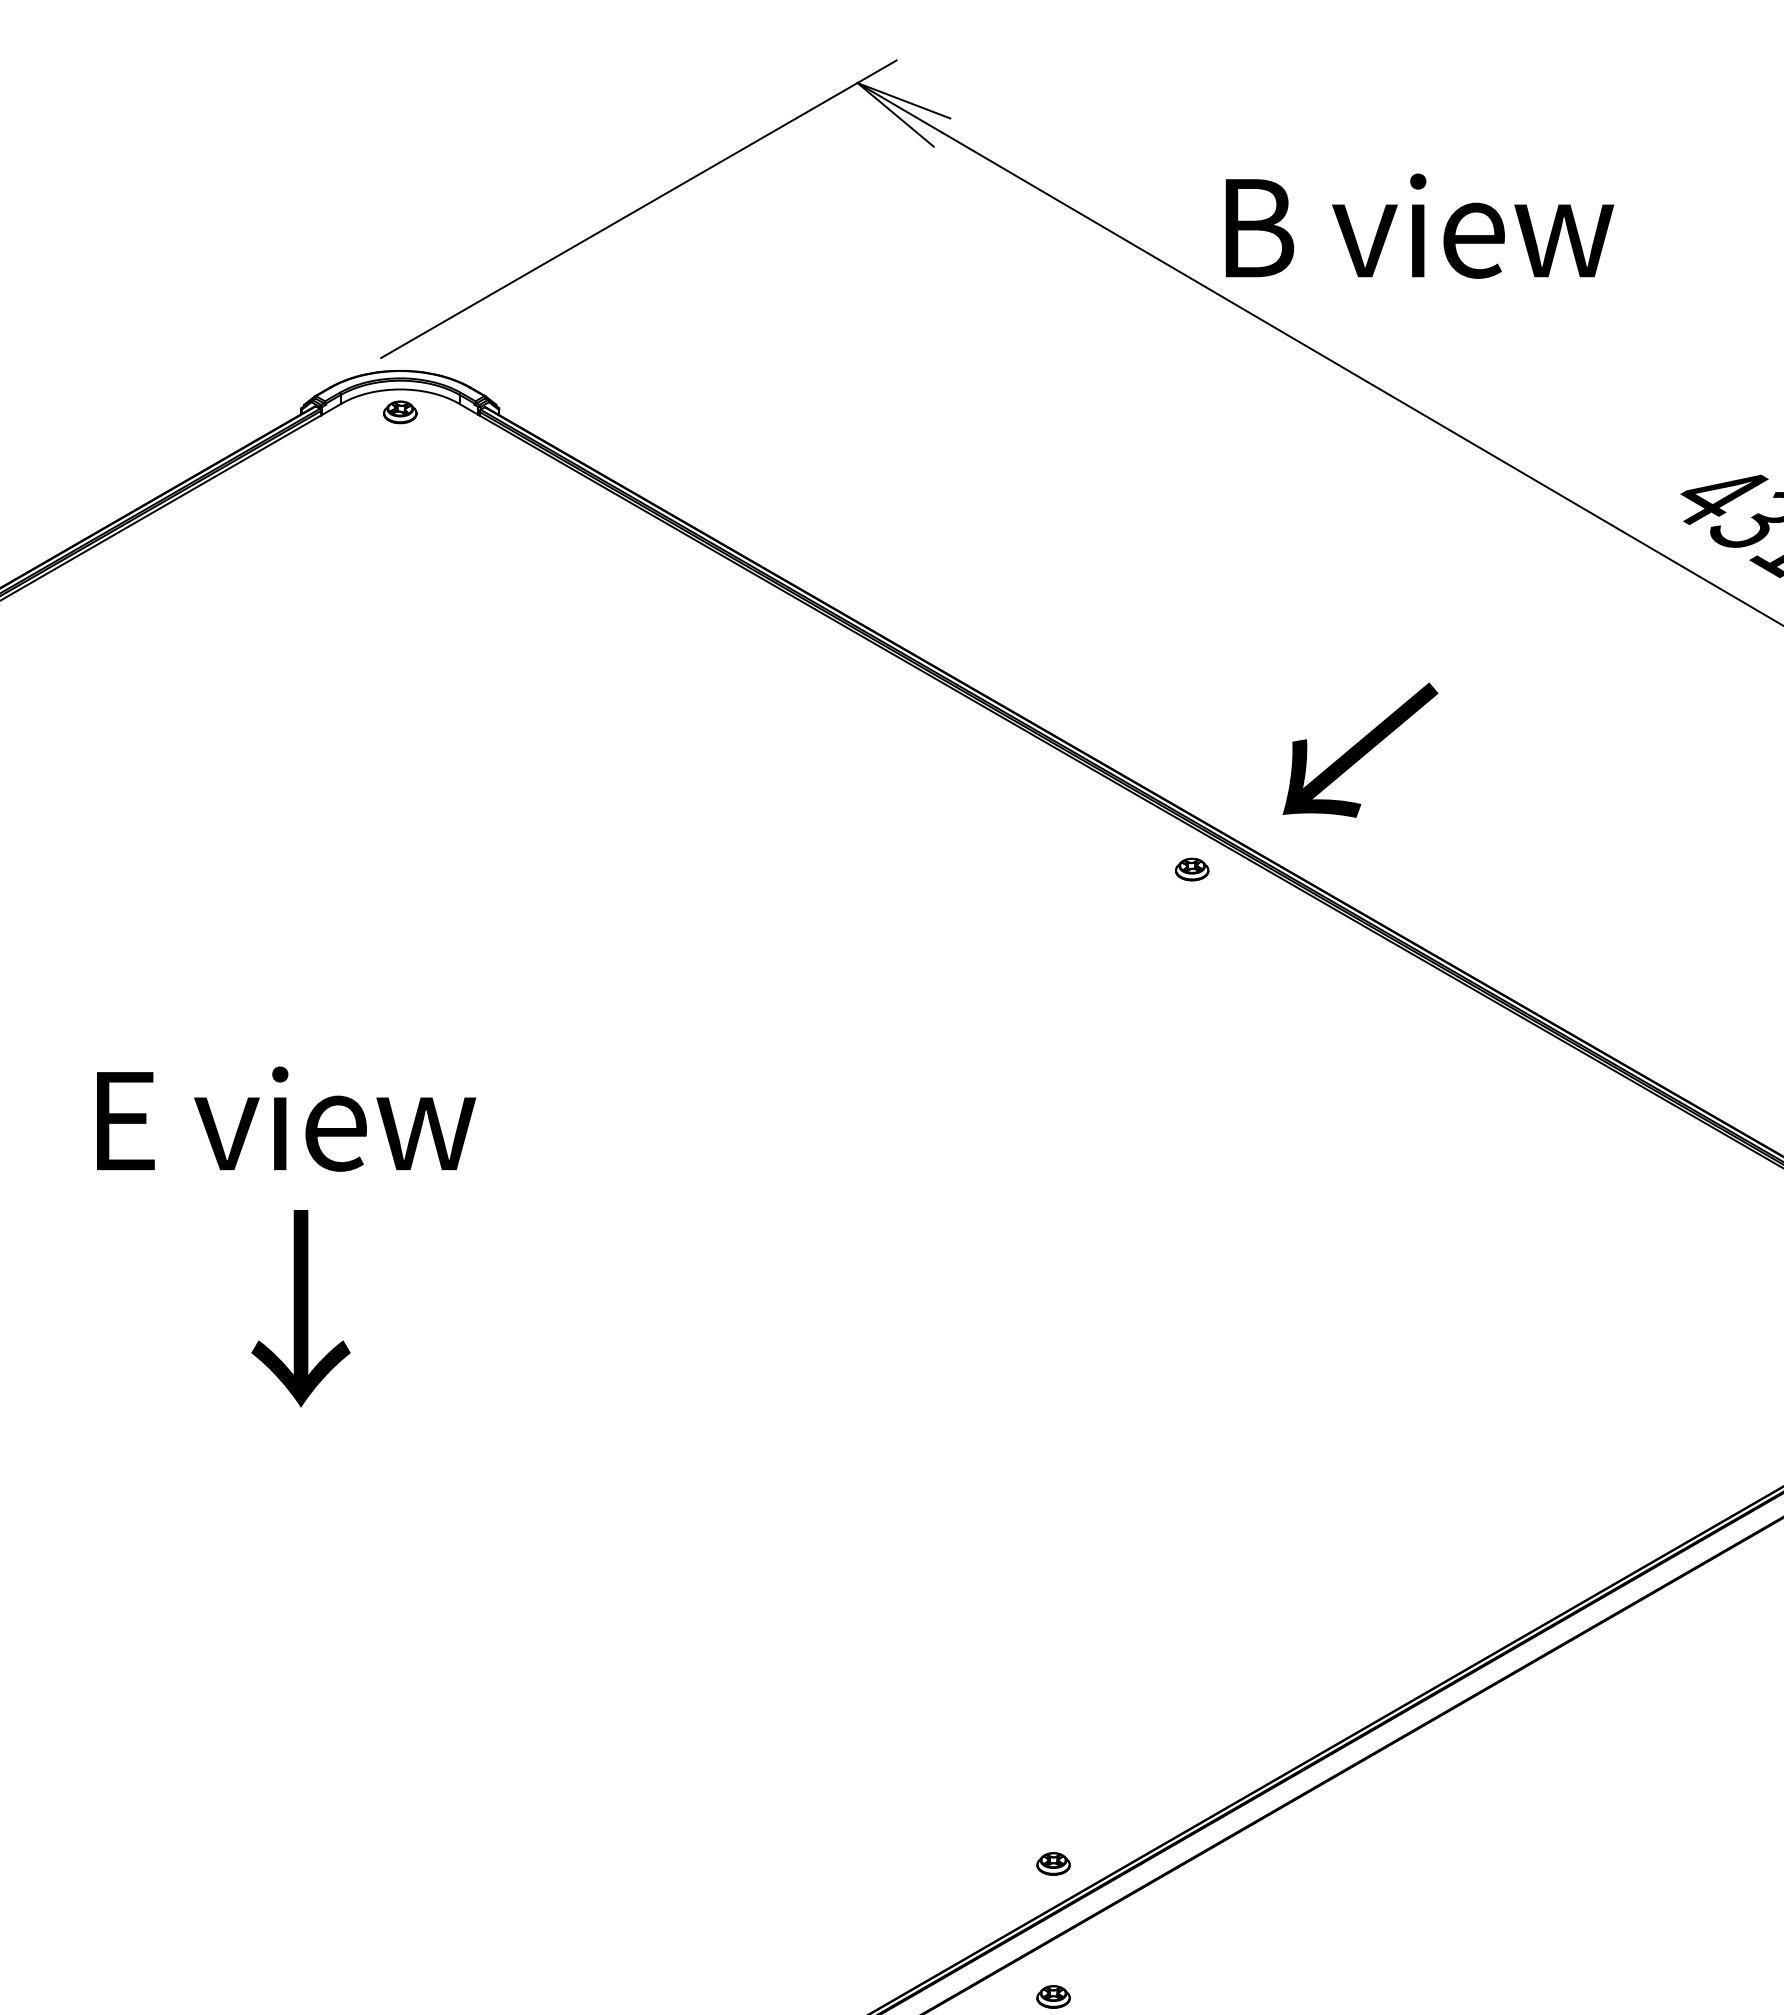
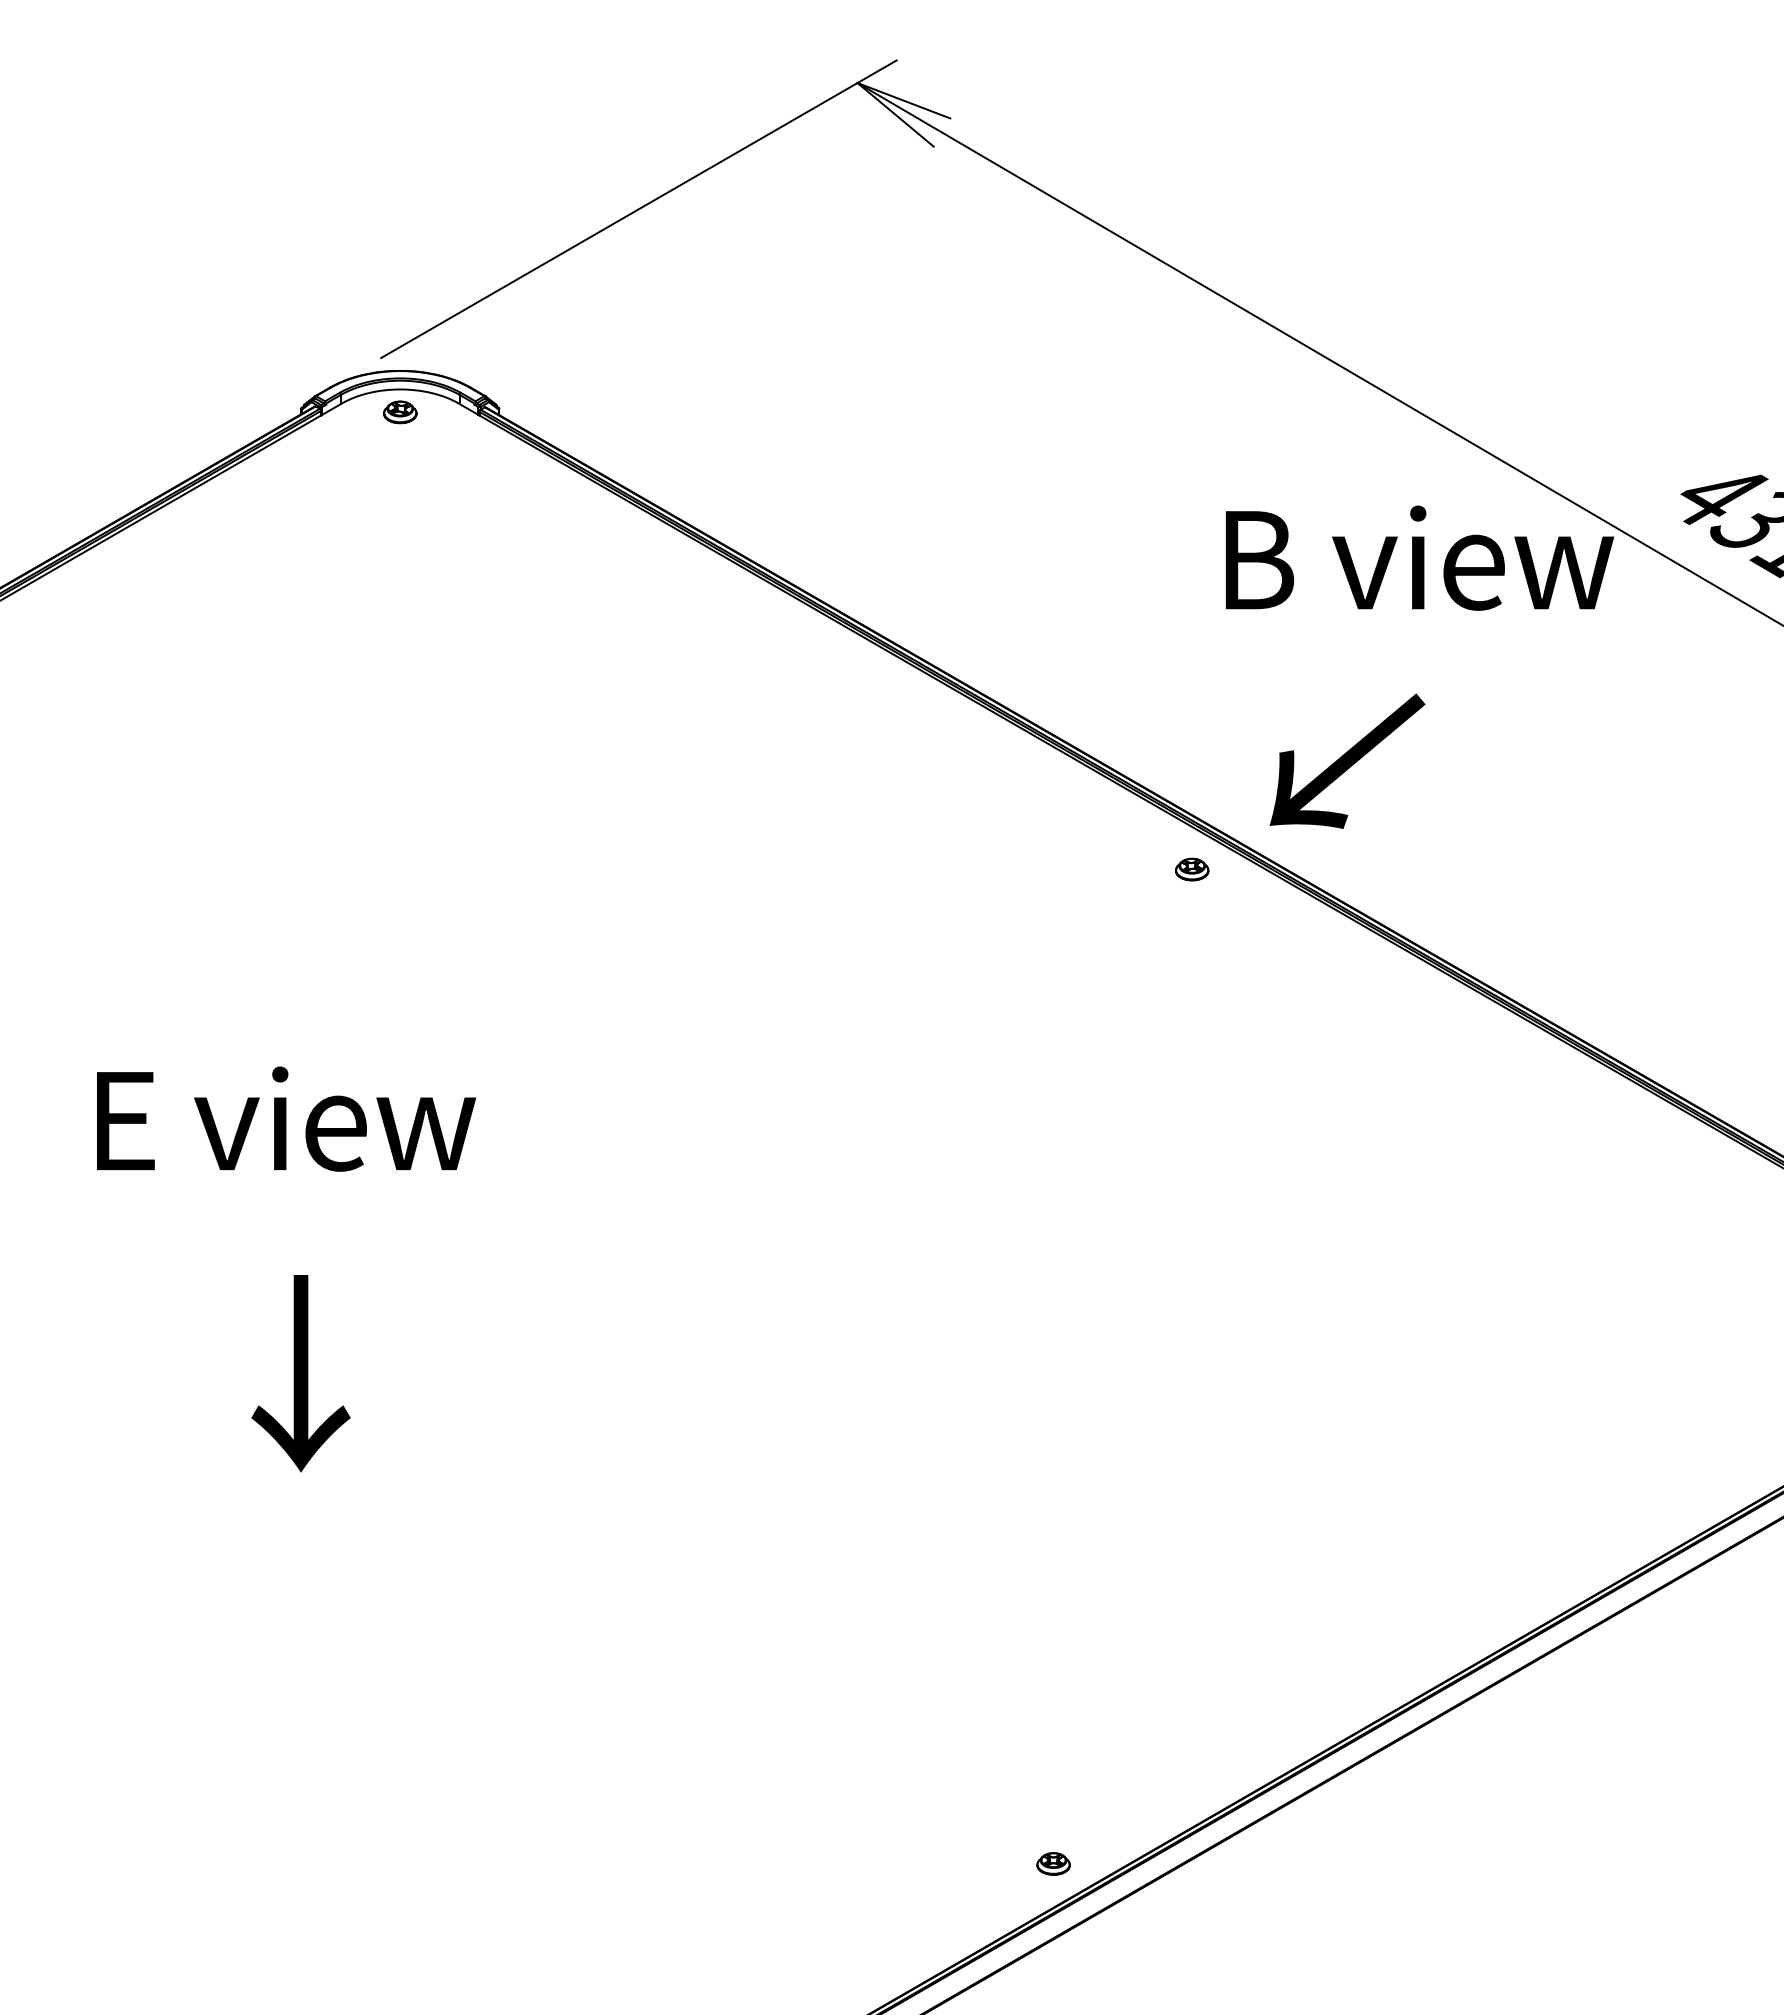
text at (1419, 225) position: (1419, 225) -> (1419, 557)
text at (1360, 749) position: (1360, 749) -> (1347, 760)
text at (300, 1308) position: (300, 1308) -> (300, 1373)
part at (1053, 1996): present -> none
